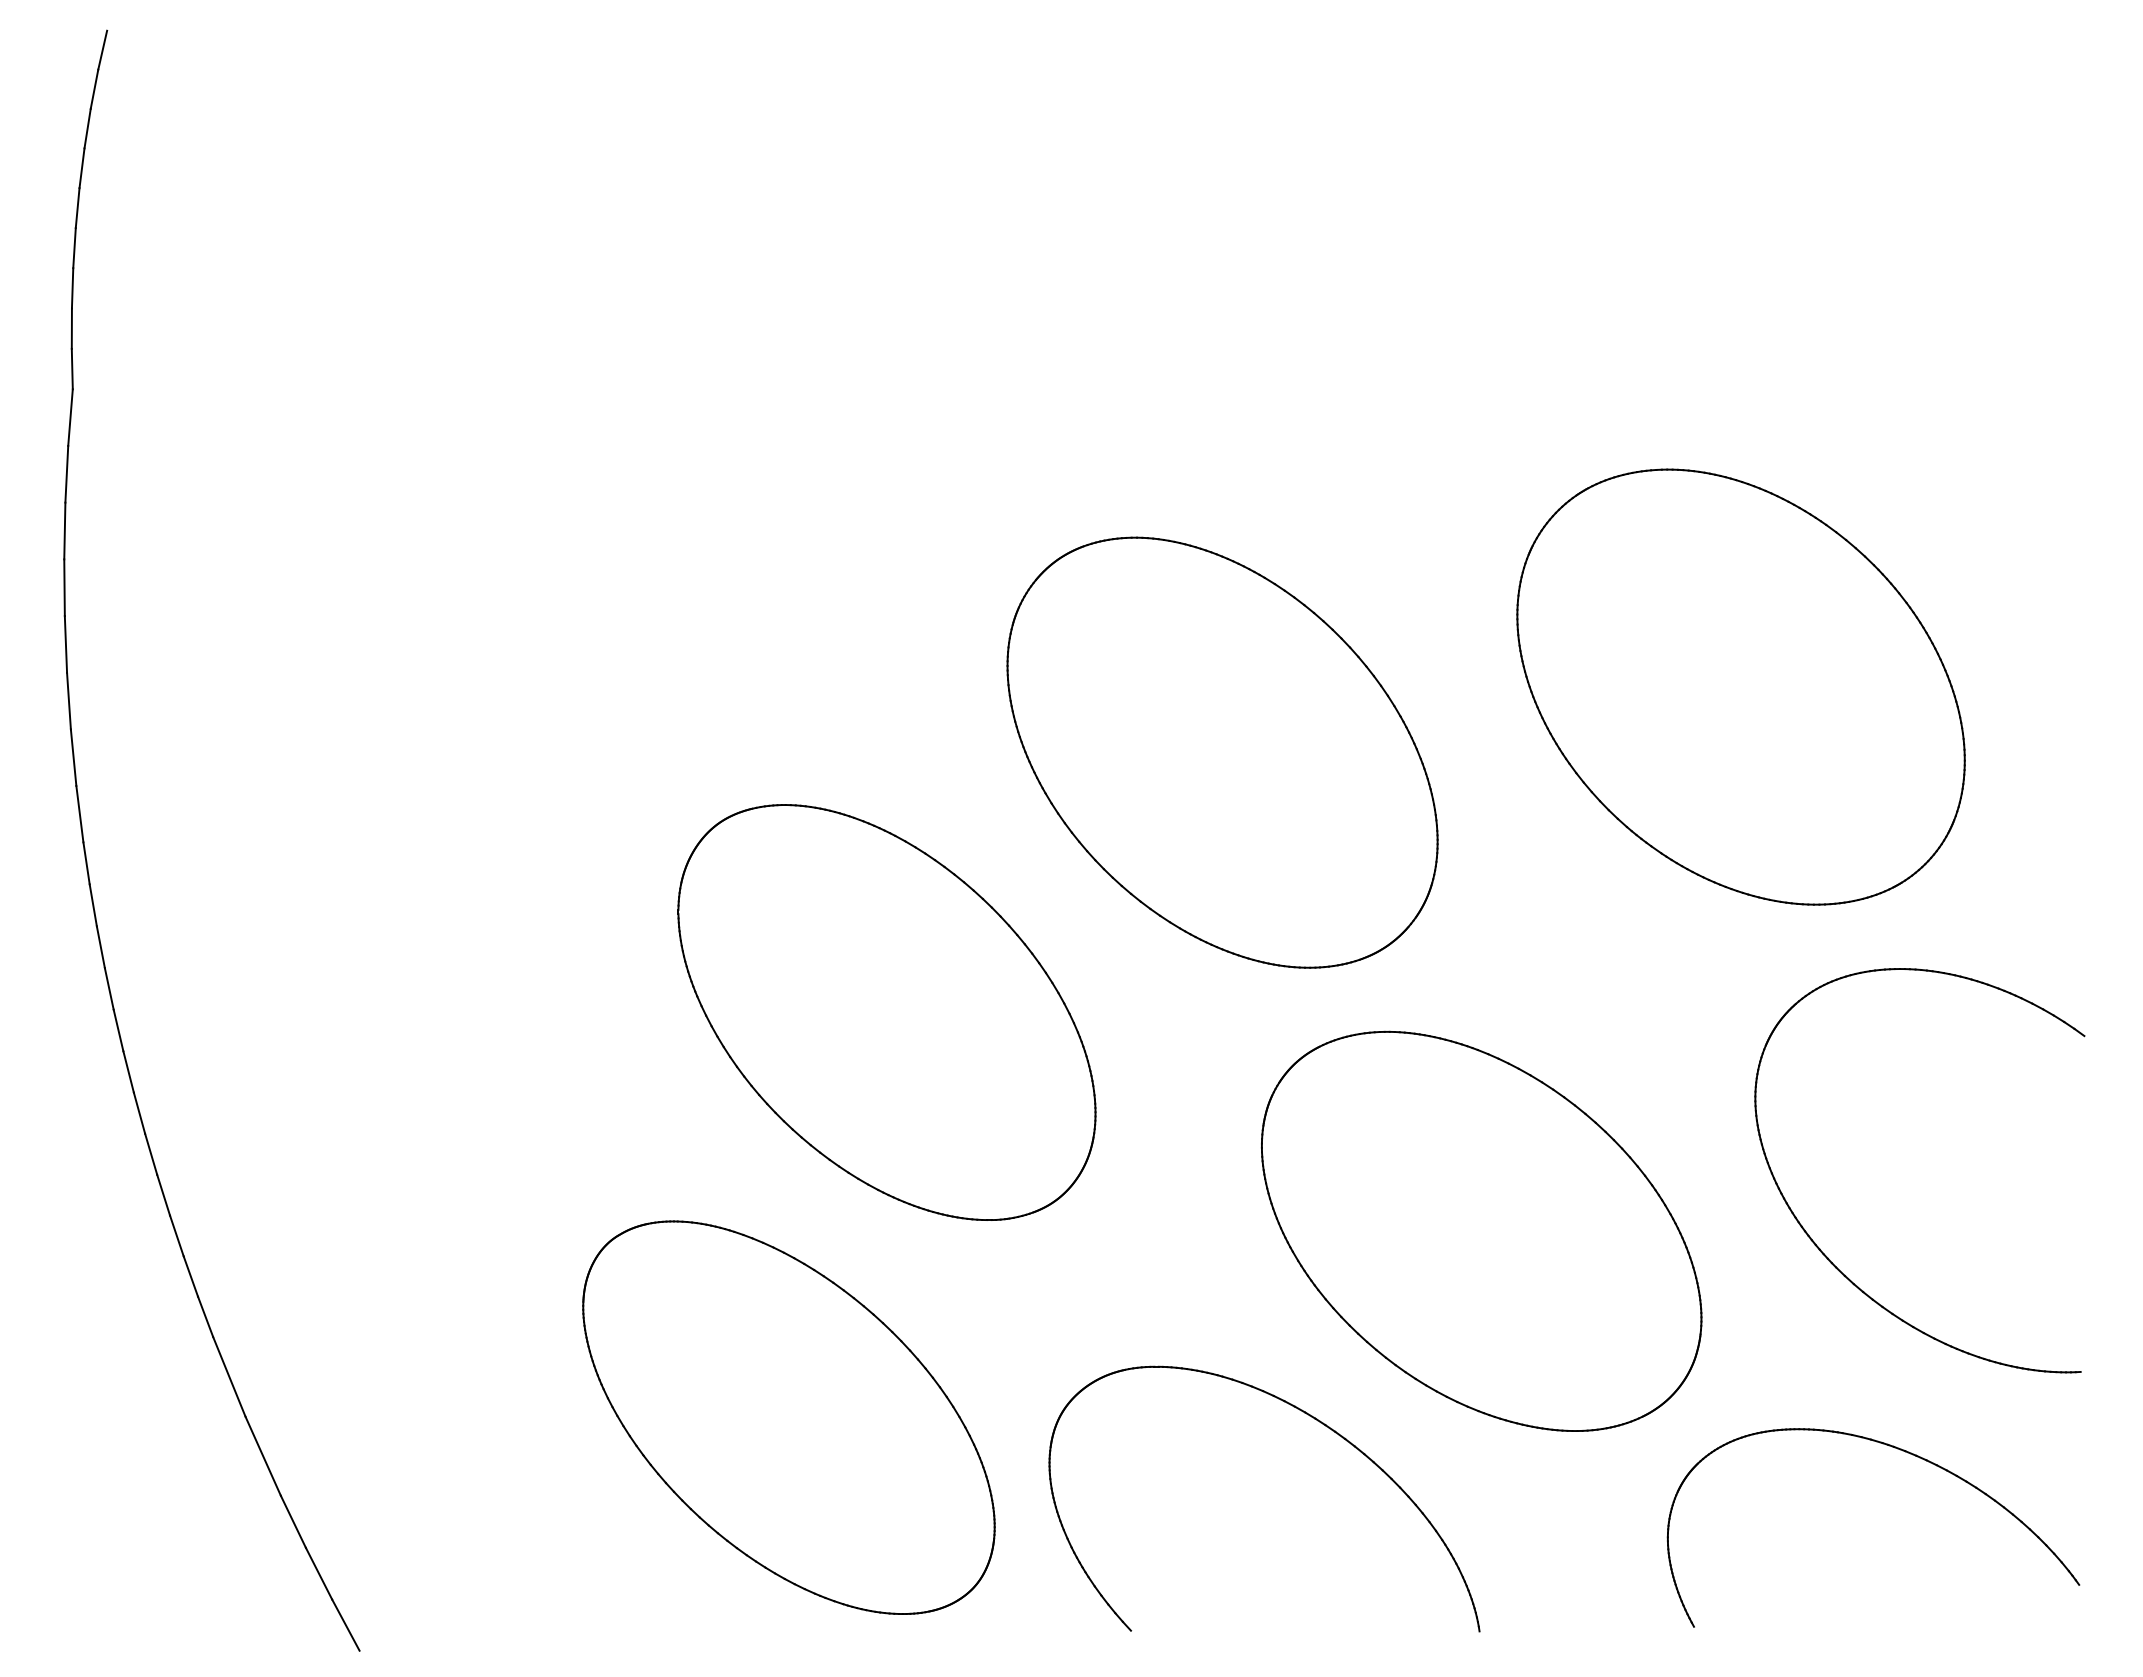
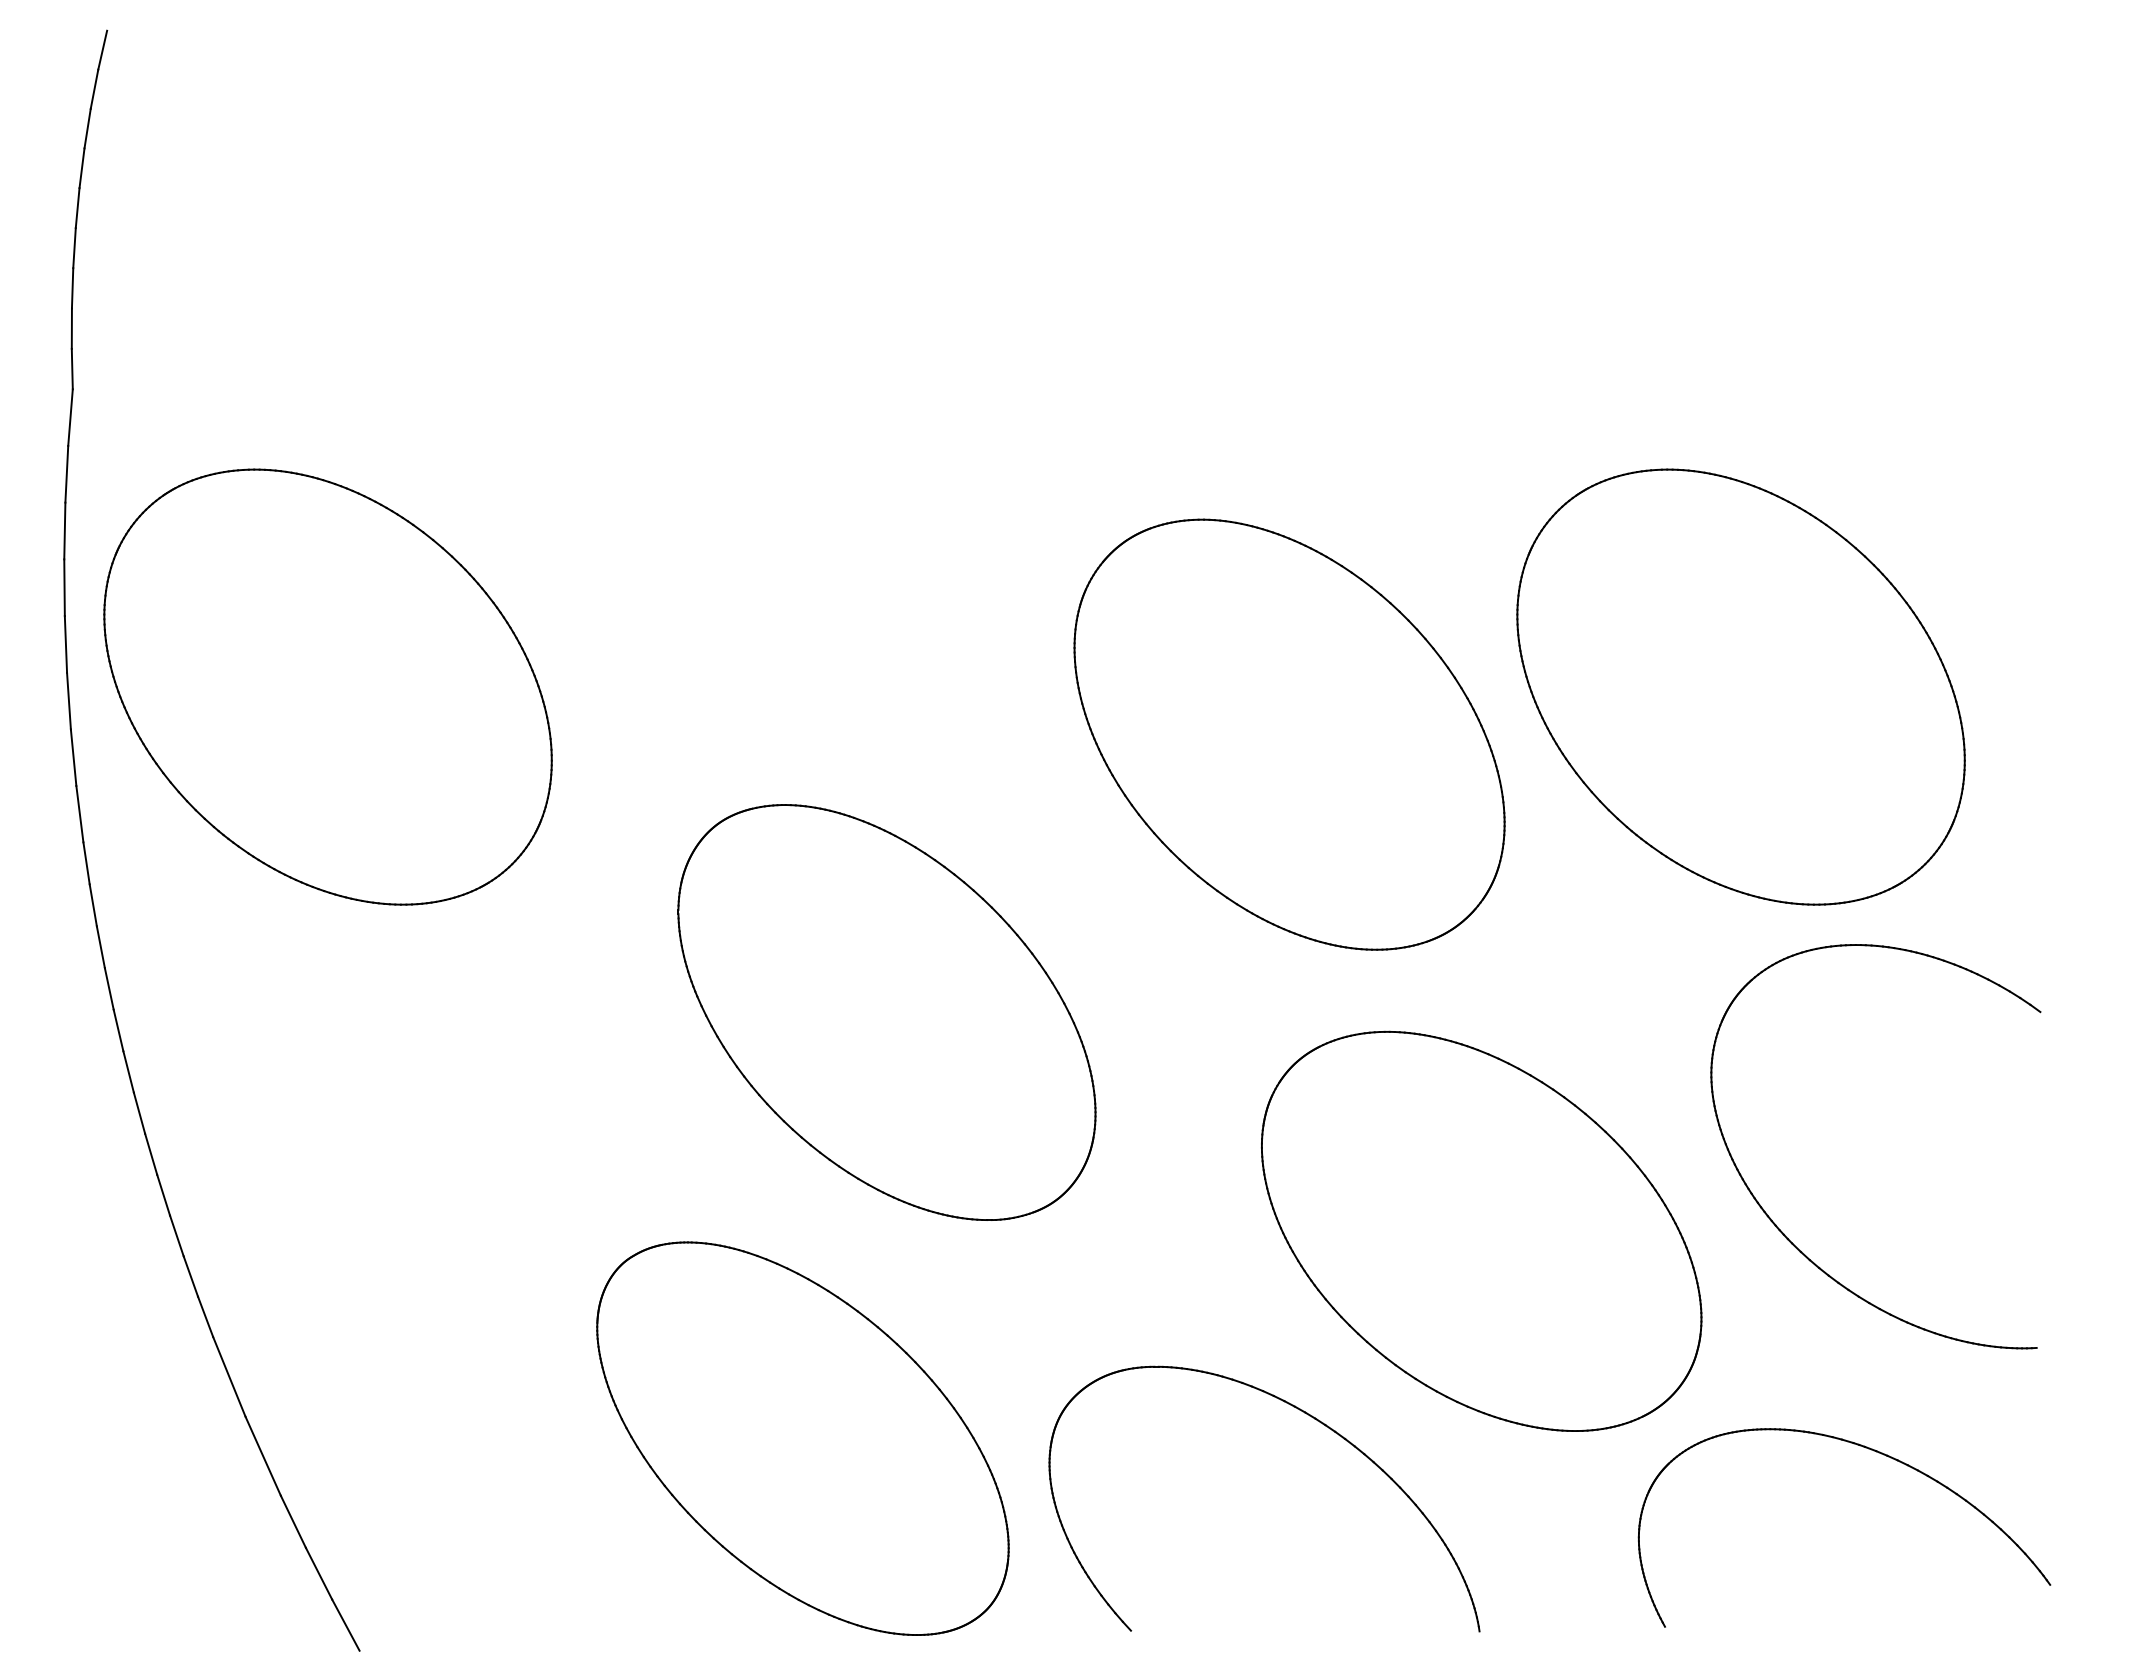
part at (327, 686): none -> present
part at (1222, 752) position: (1222, 752) -> (1289, 734)
part at (1828, 1257) position: (1828, 1257) -> (1784, 1233)
part at (788, 1417) position: (788, 1417) -> (802, 1438)
part at (1902, 1451) position: (1902, 1451) -> (1873, 1451)
